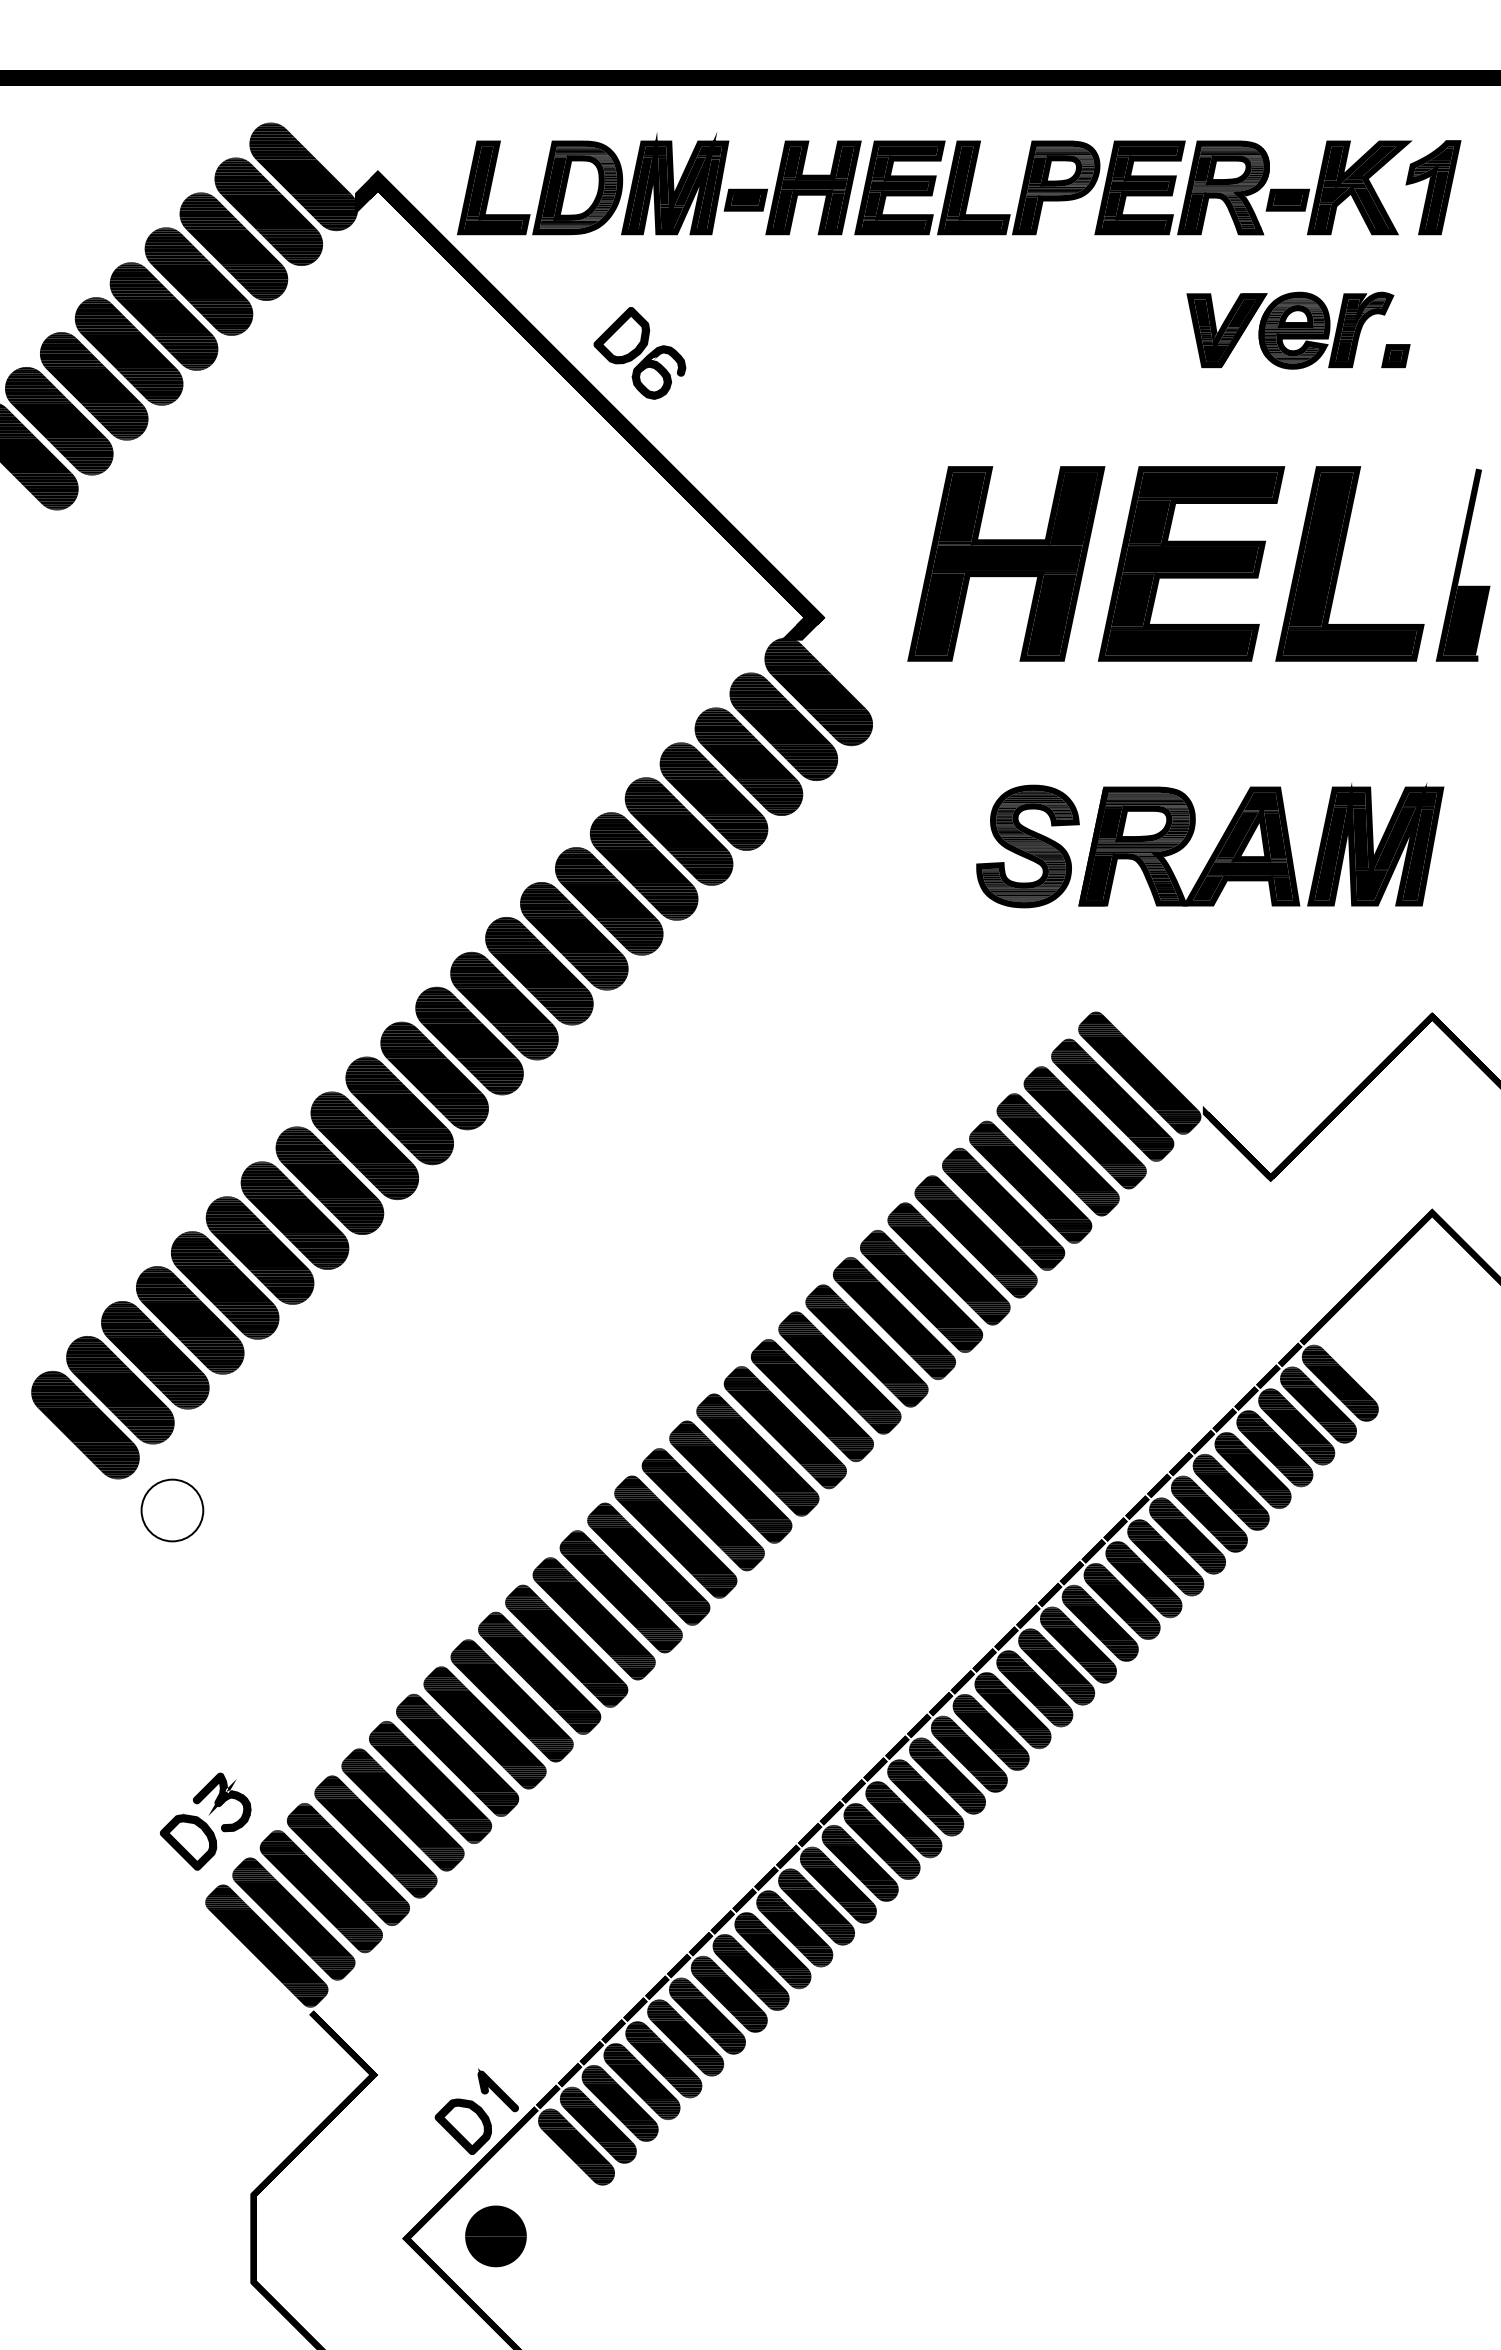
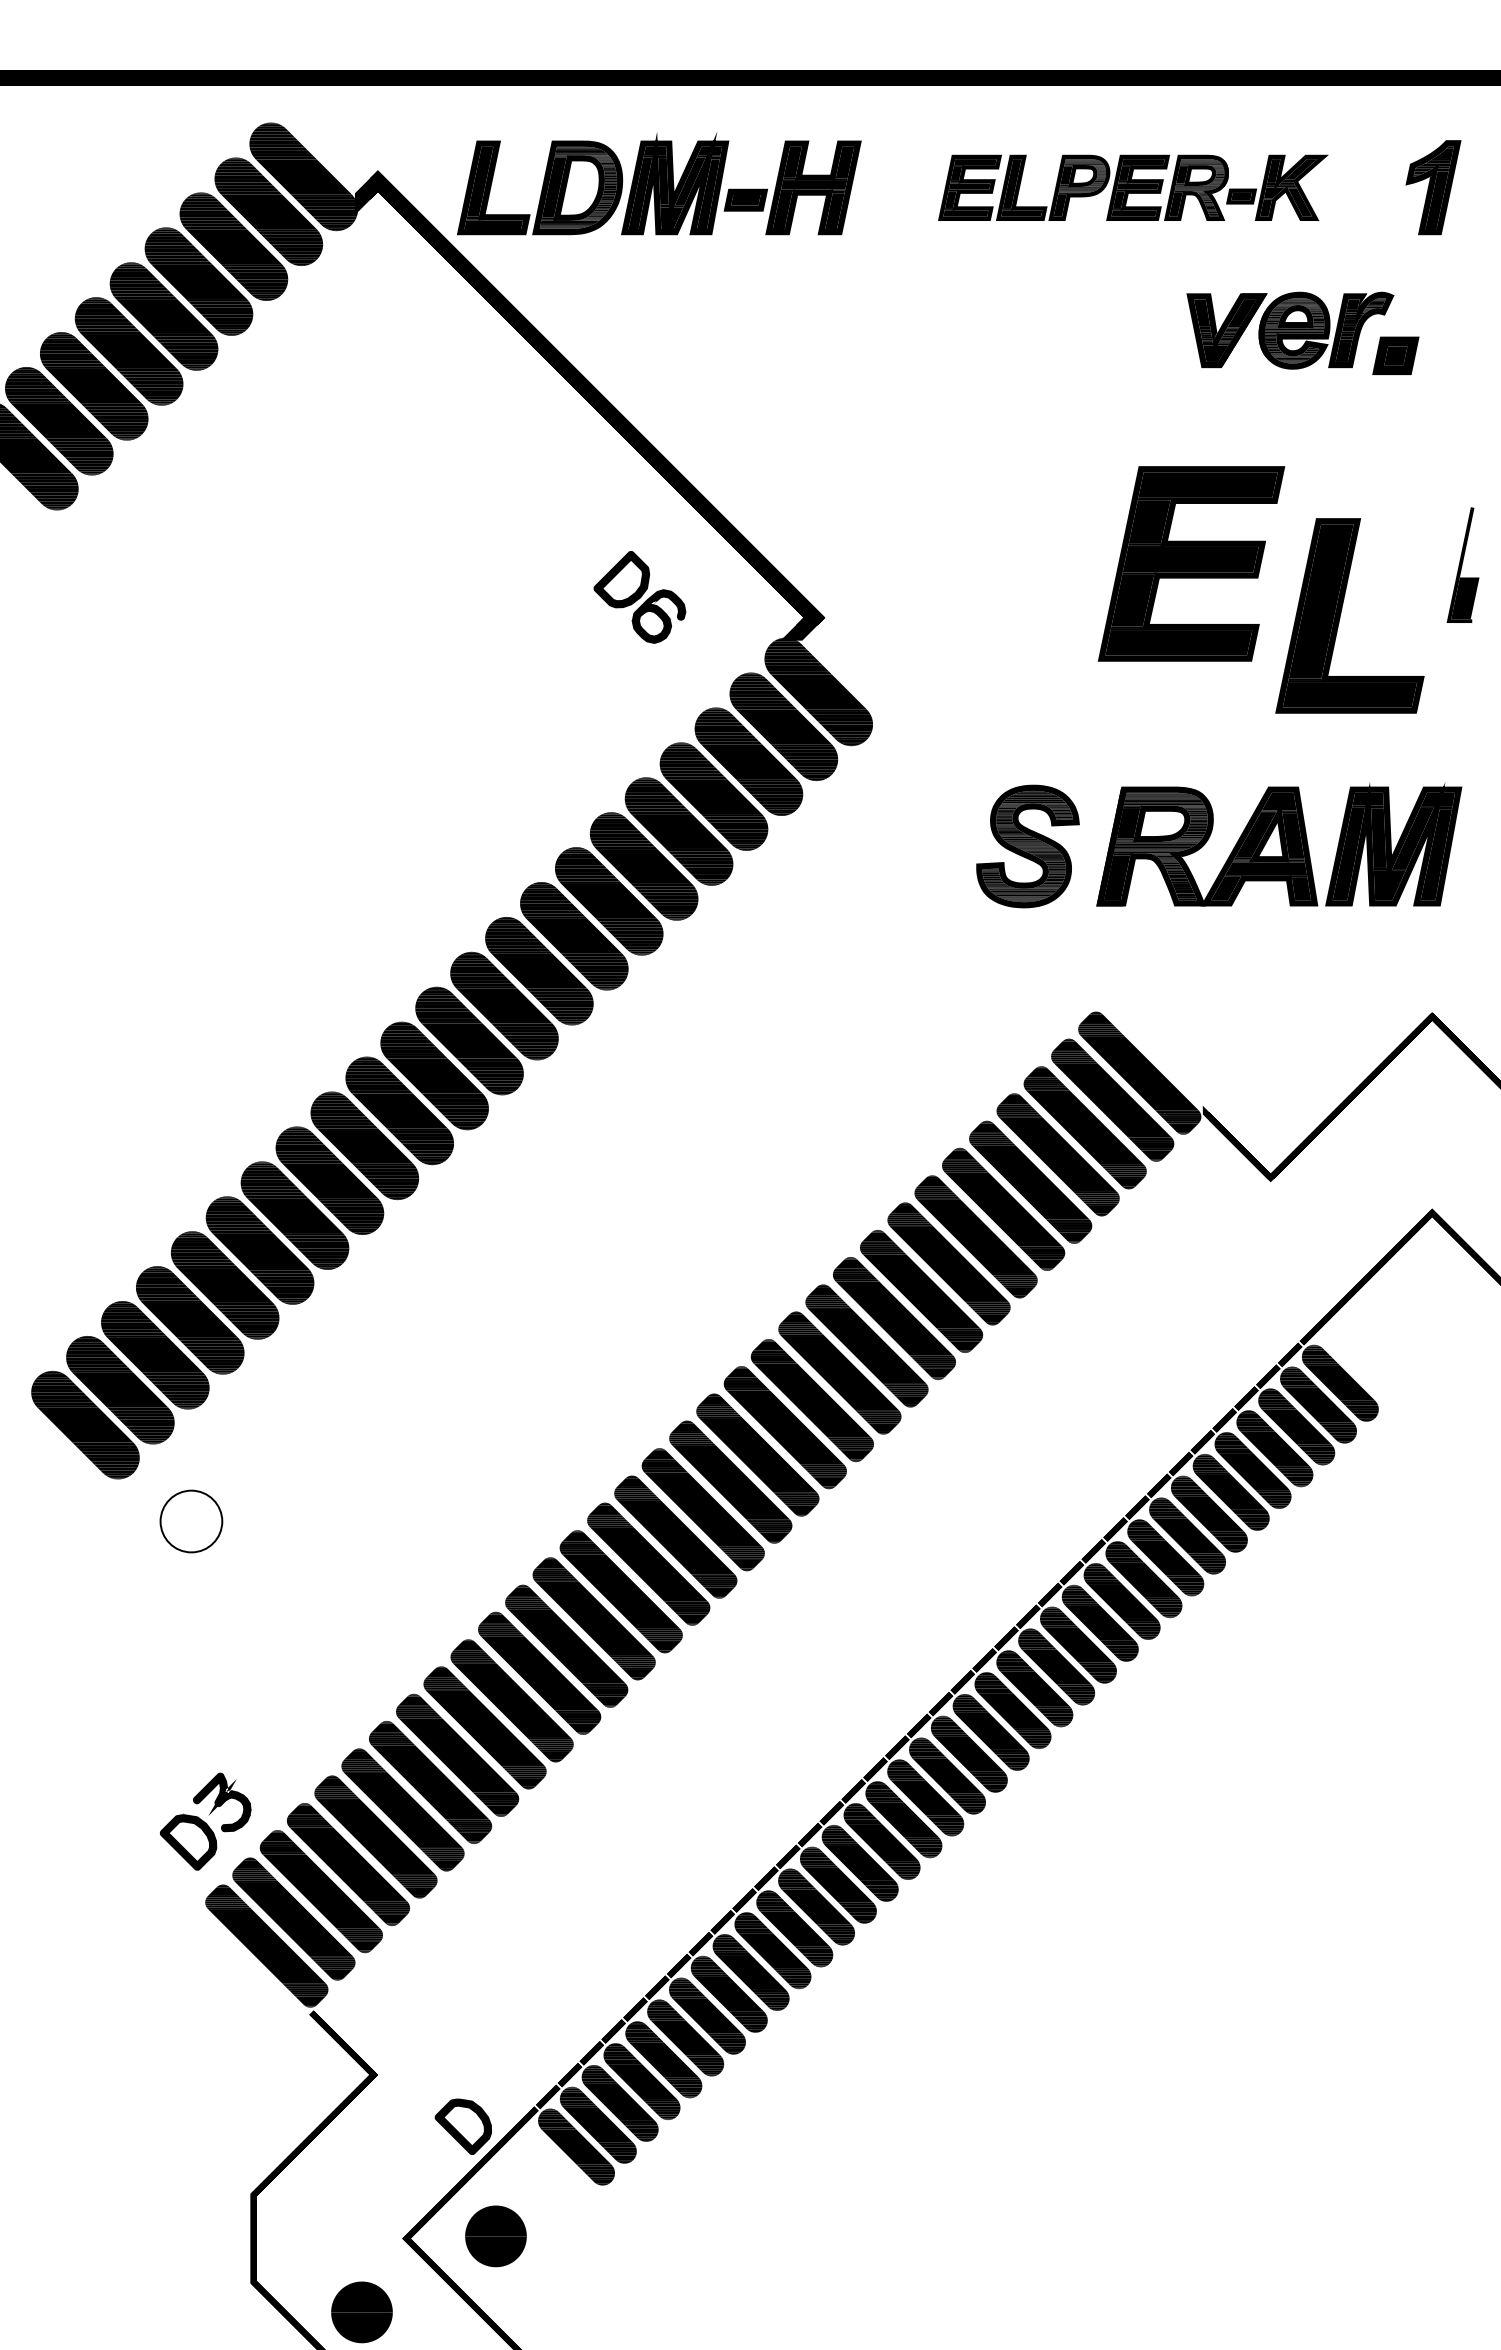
part at (1133, 187) size: 559x96 px -> 391x67 px
part at (639, 353) position: (639, 353) -> (639, 597)
part at (1395, 356) size: 30x25 px -> 48x39 px
part at (1341, 562) position: (1341, 562) -> (1341, 614)
part at (1006, 563): present -> none
part at (1462, 564) size: 56x194 px -> 34x116 px
part at (1261, 844) position: (1261, 844) -> (1279, 844)
part at (172, 1510) position: (172, 1510) -> (191, 1521)
part at (497, 2090): present -> none
part at (361, 2312): none -> present
